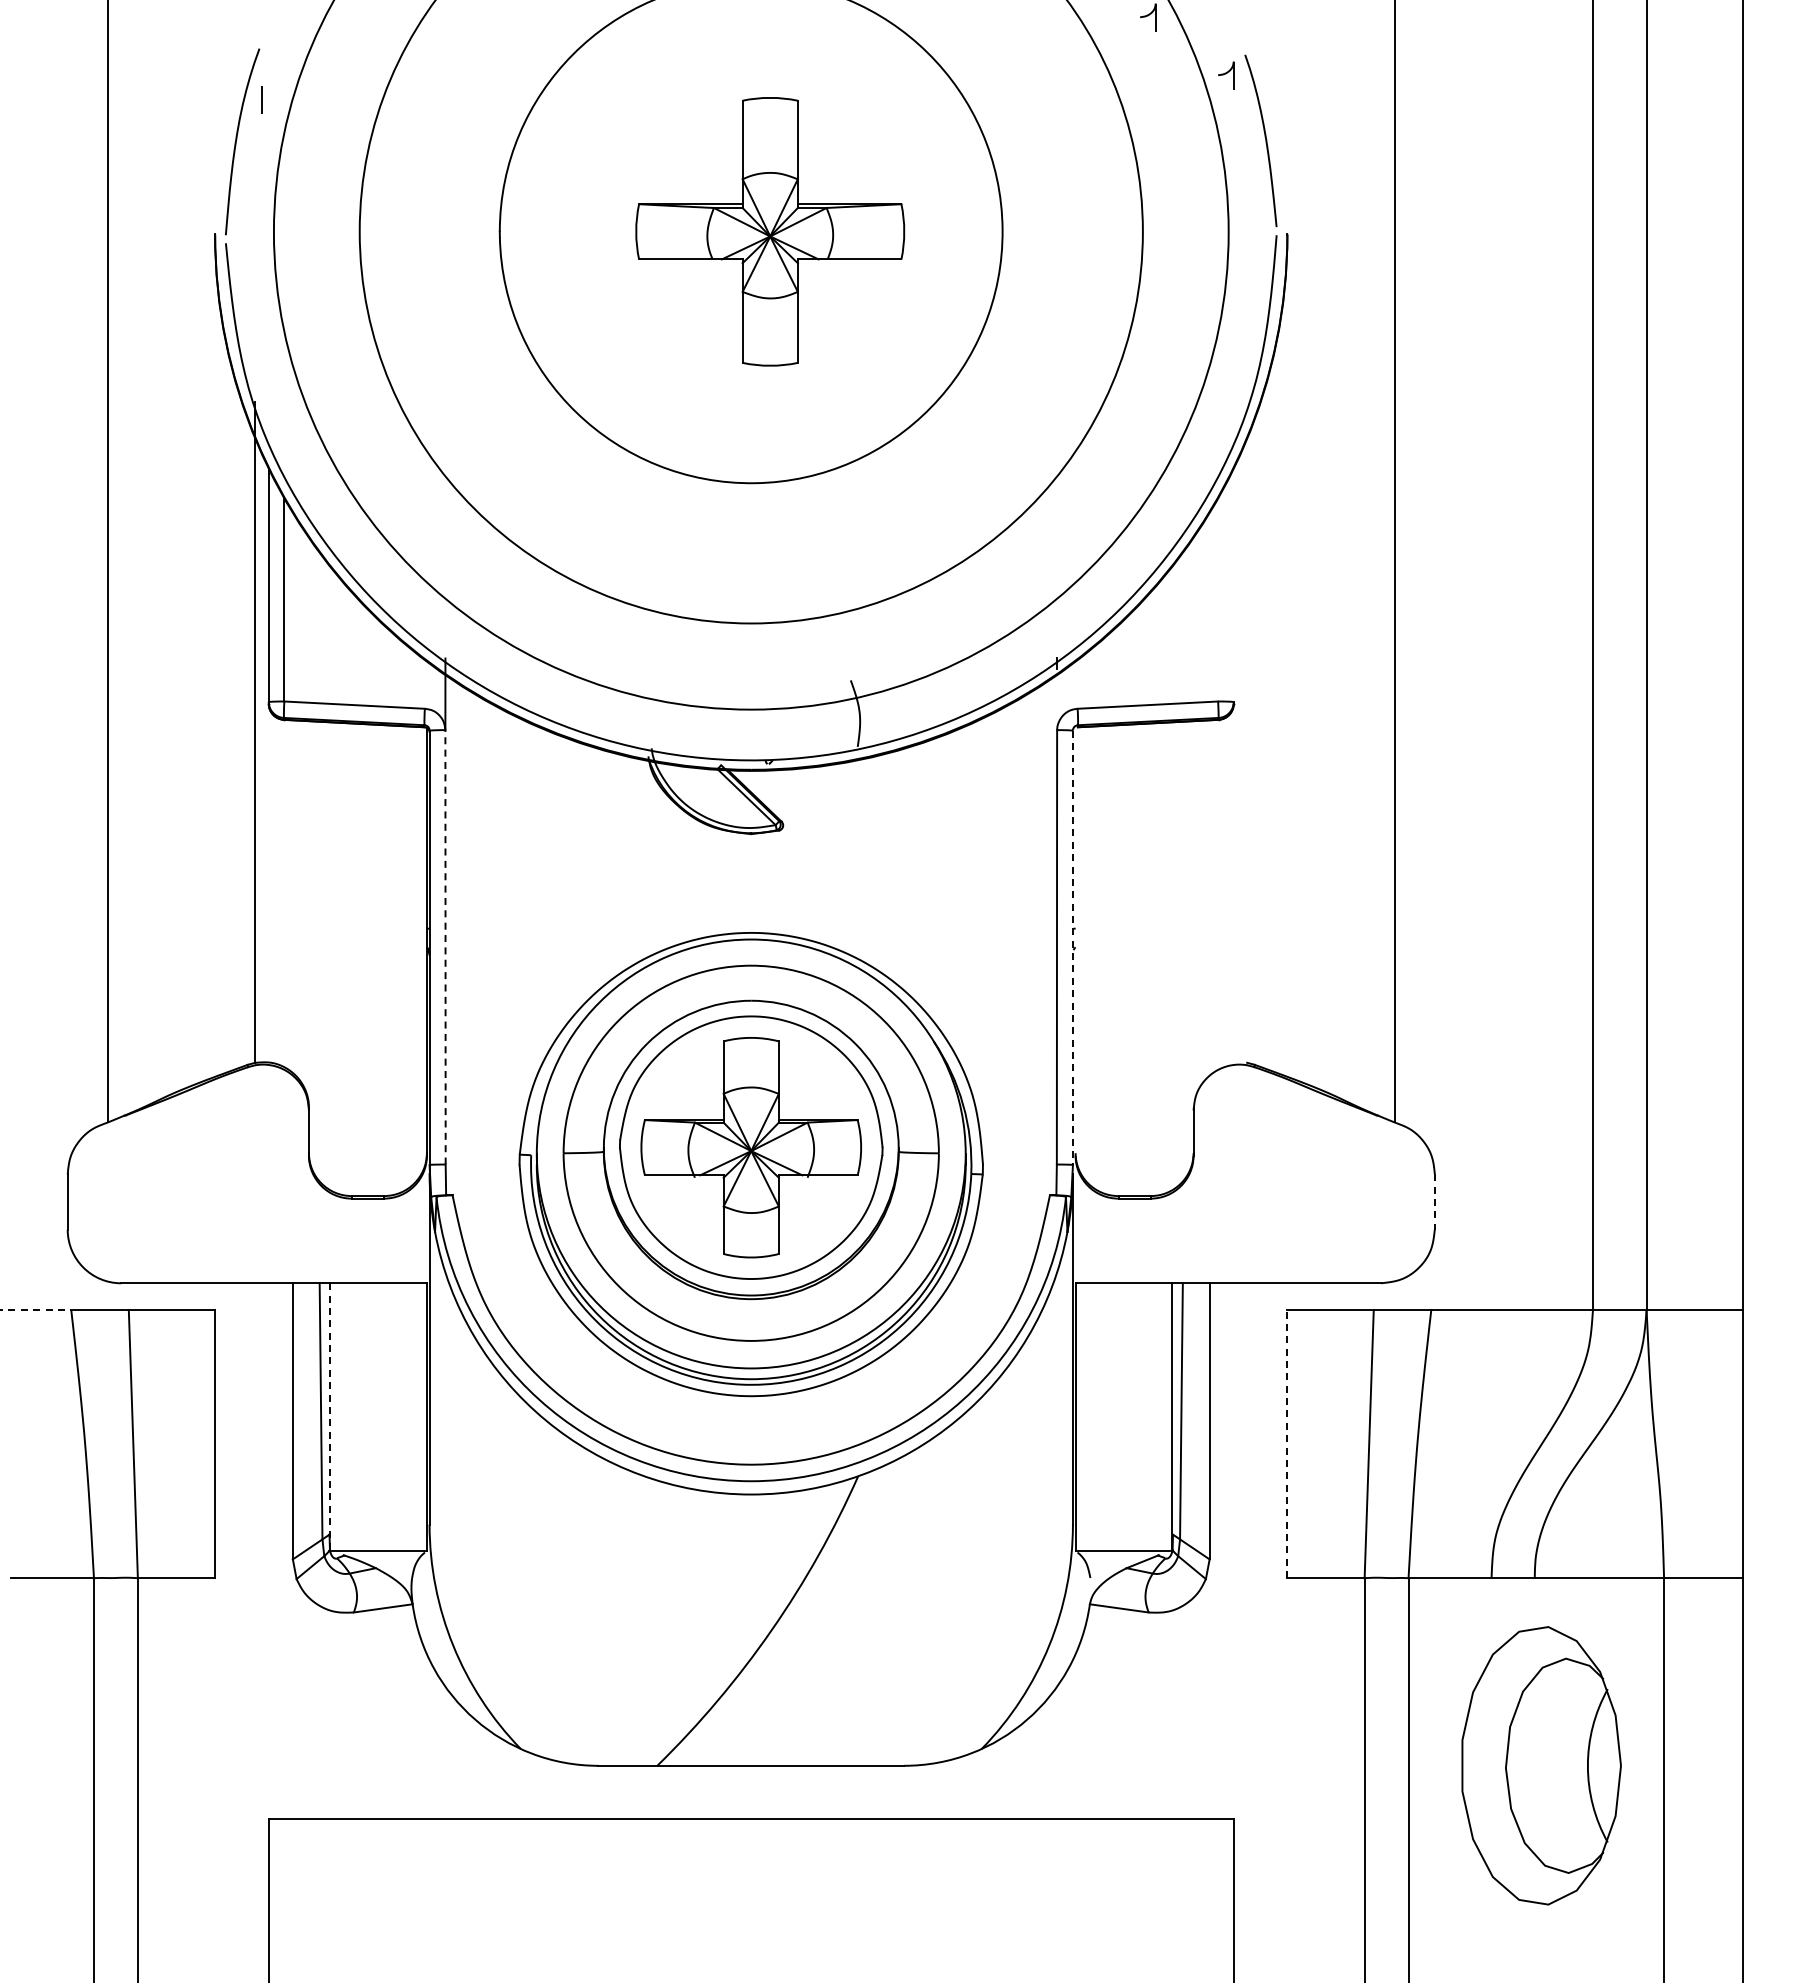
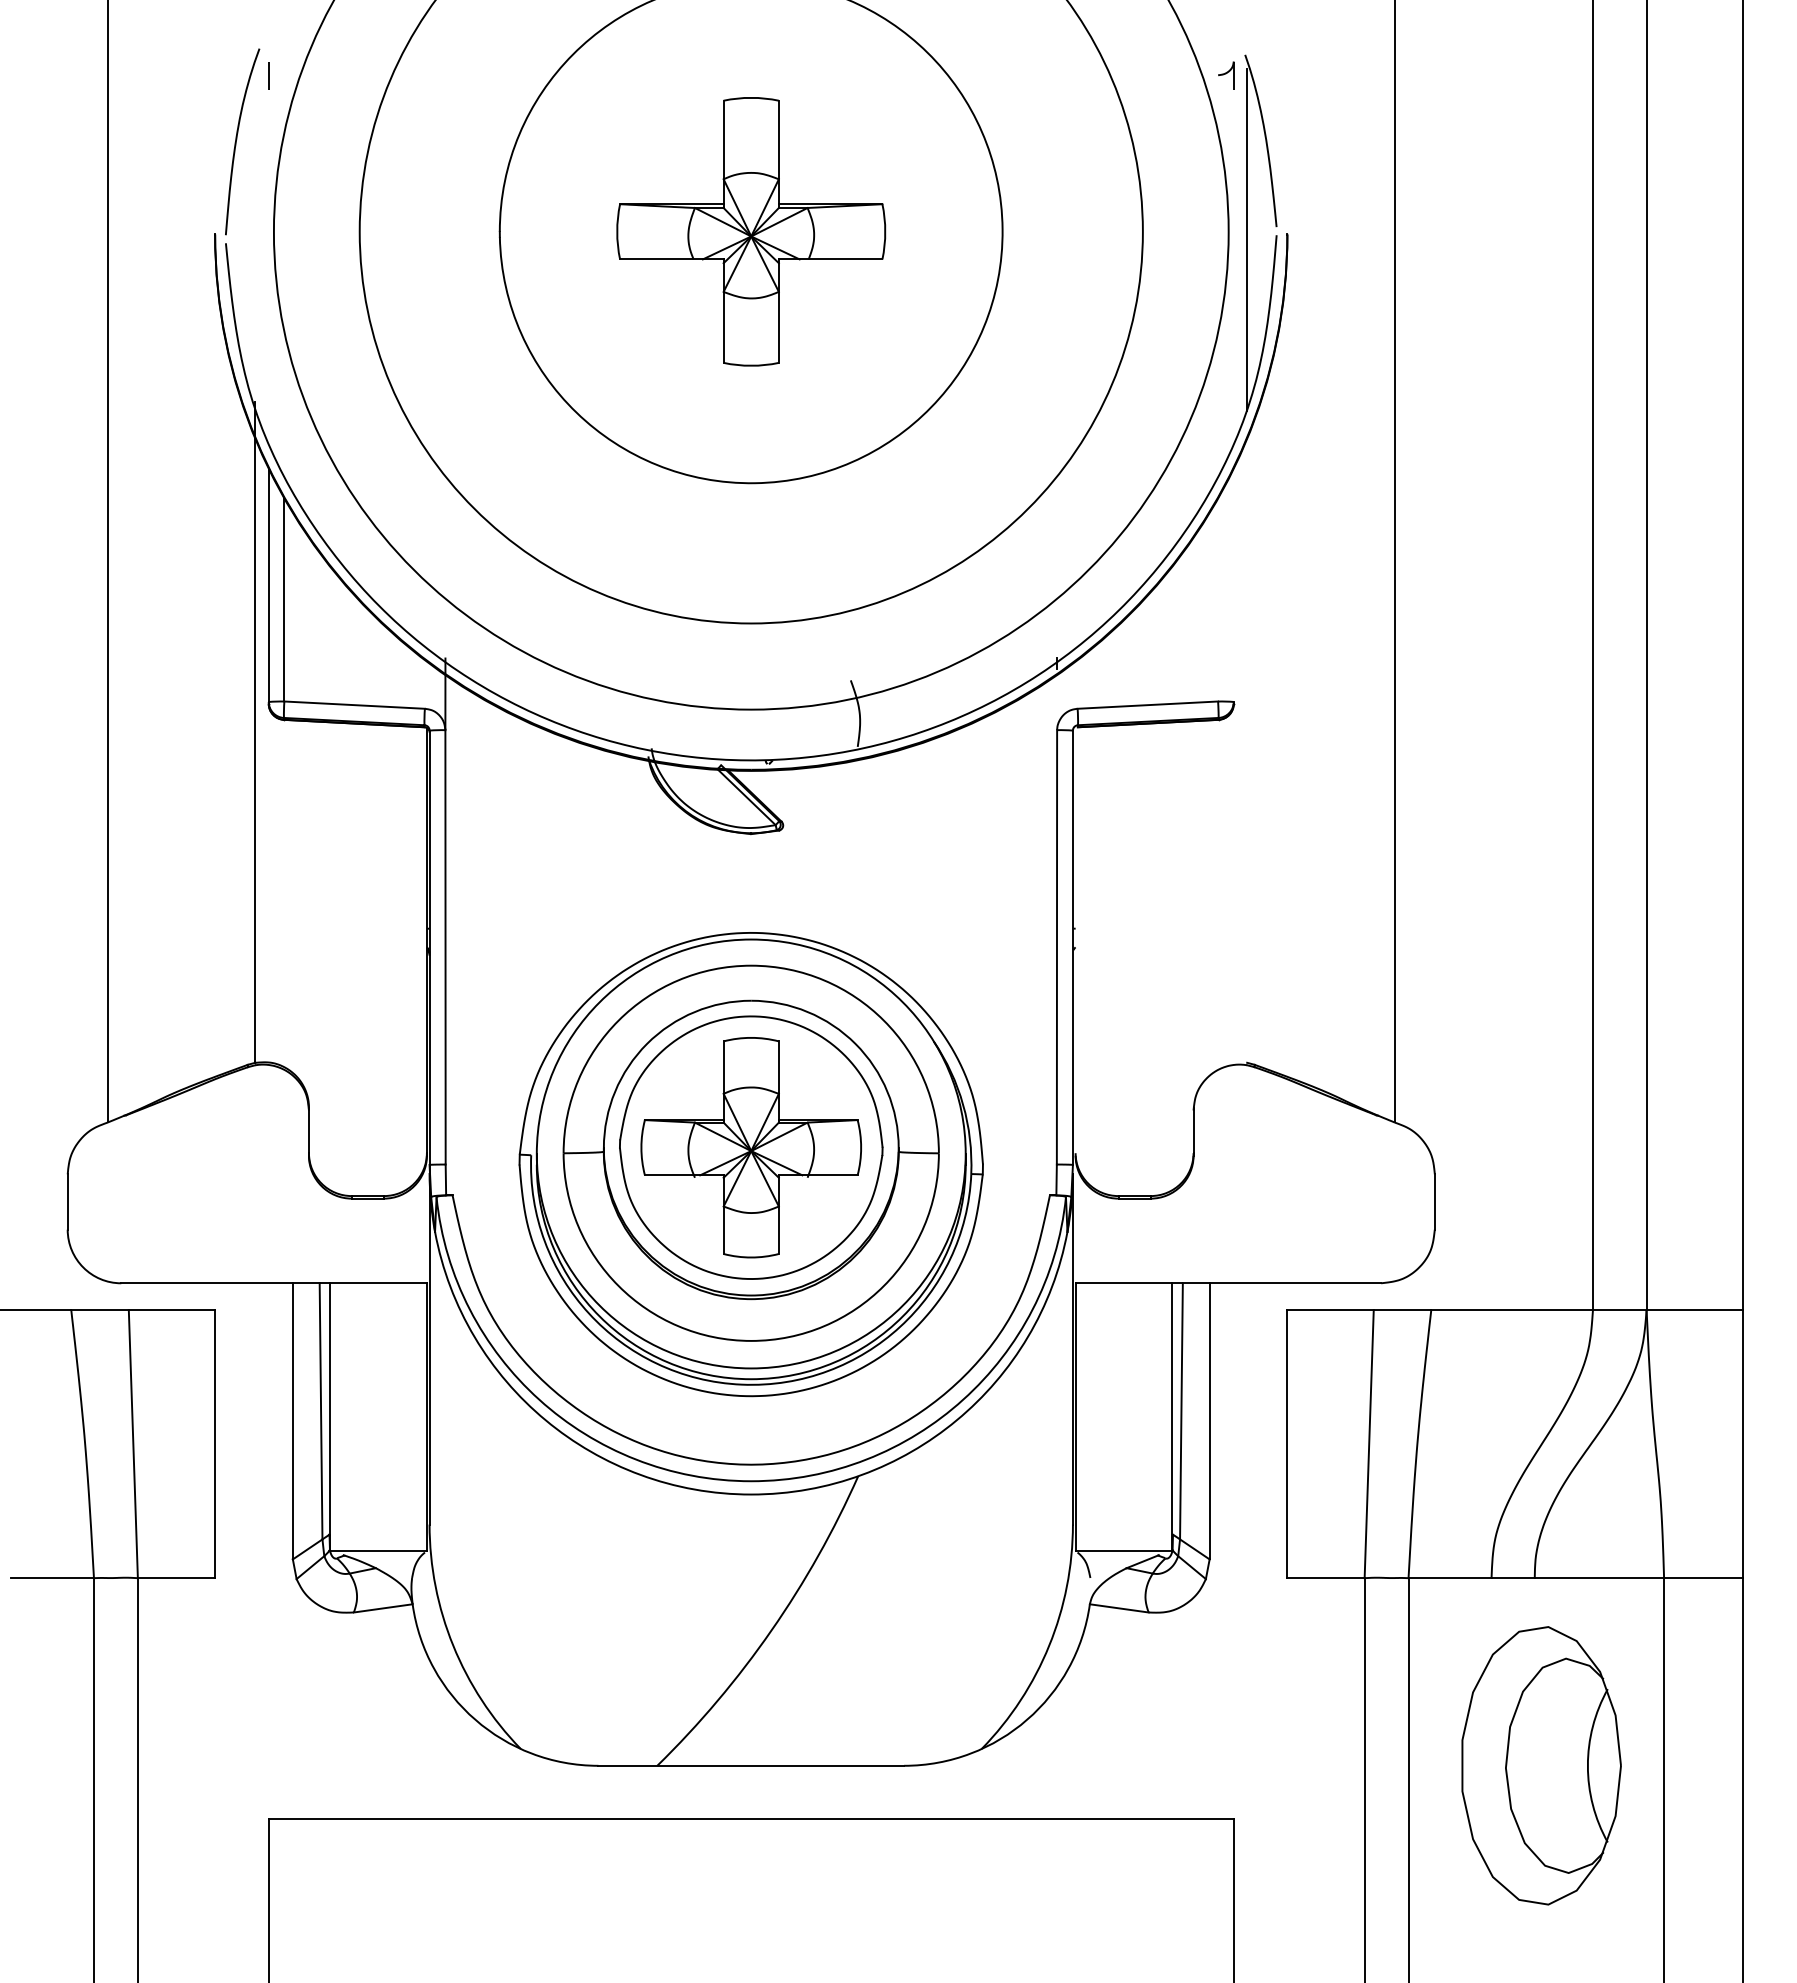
part at (1148, 17): present -> none
line at (261, 99) position: (261, 99) -> (268, 75)
part at (770, 231) position: (770, 231) -> (751, 231)
line at (1247, 239): none -> present
line at (445, 946): dashed -> solid
line at (1072, 948): dashed -> solid
line at (1434, 1202): dashed -> solid
line at (36, 1310): dashed -> solid
line at (330, 1417): dashed -> solid
line at (1287, 1443): dashed -> solid
